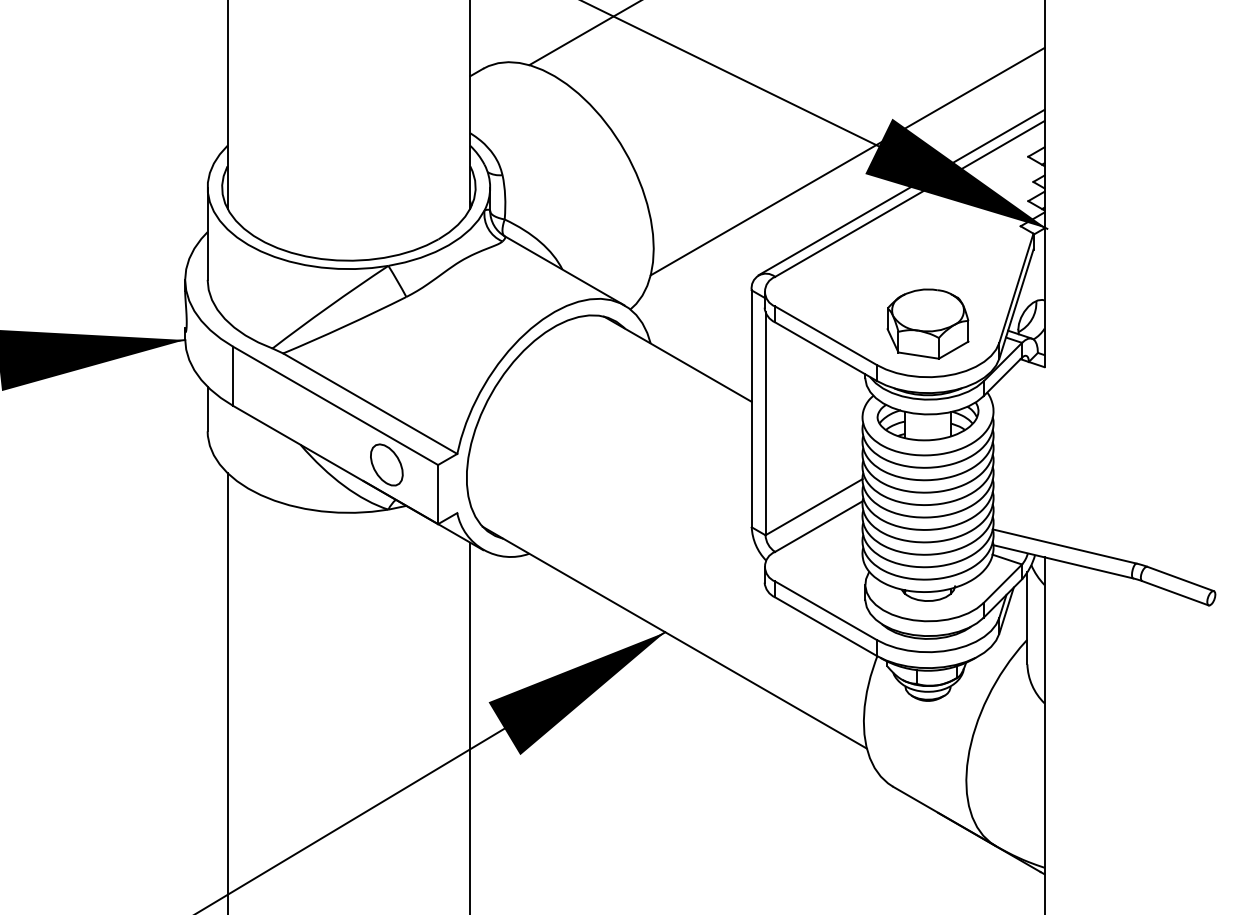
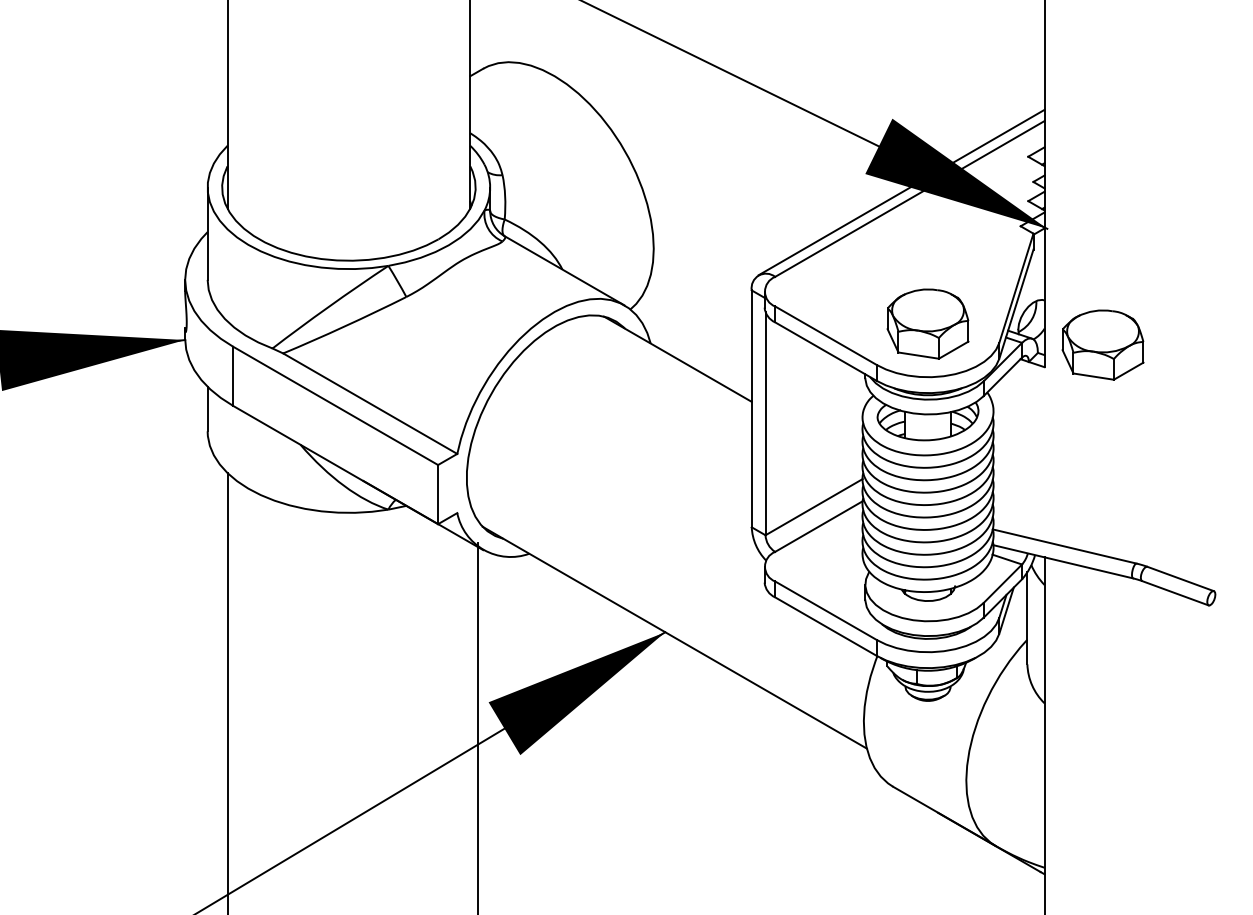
line at (583, 33): present -> none
line at (847, 161): present -> none
part at (1102, 344): none -> present
part at (386, 464): present -> none
line at (470, 726) position: (470, 726) -> (478, 726)
